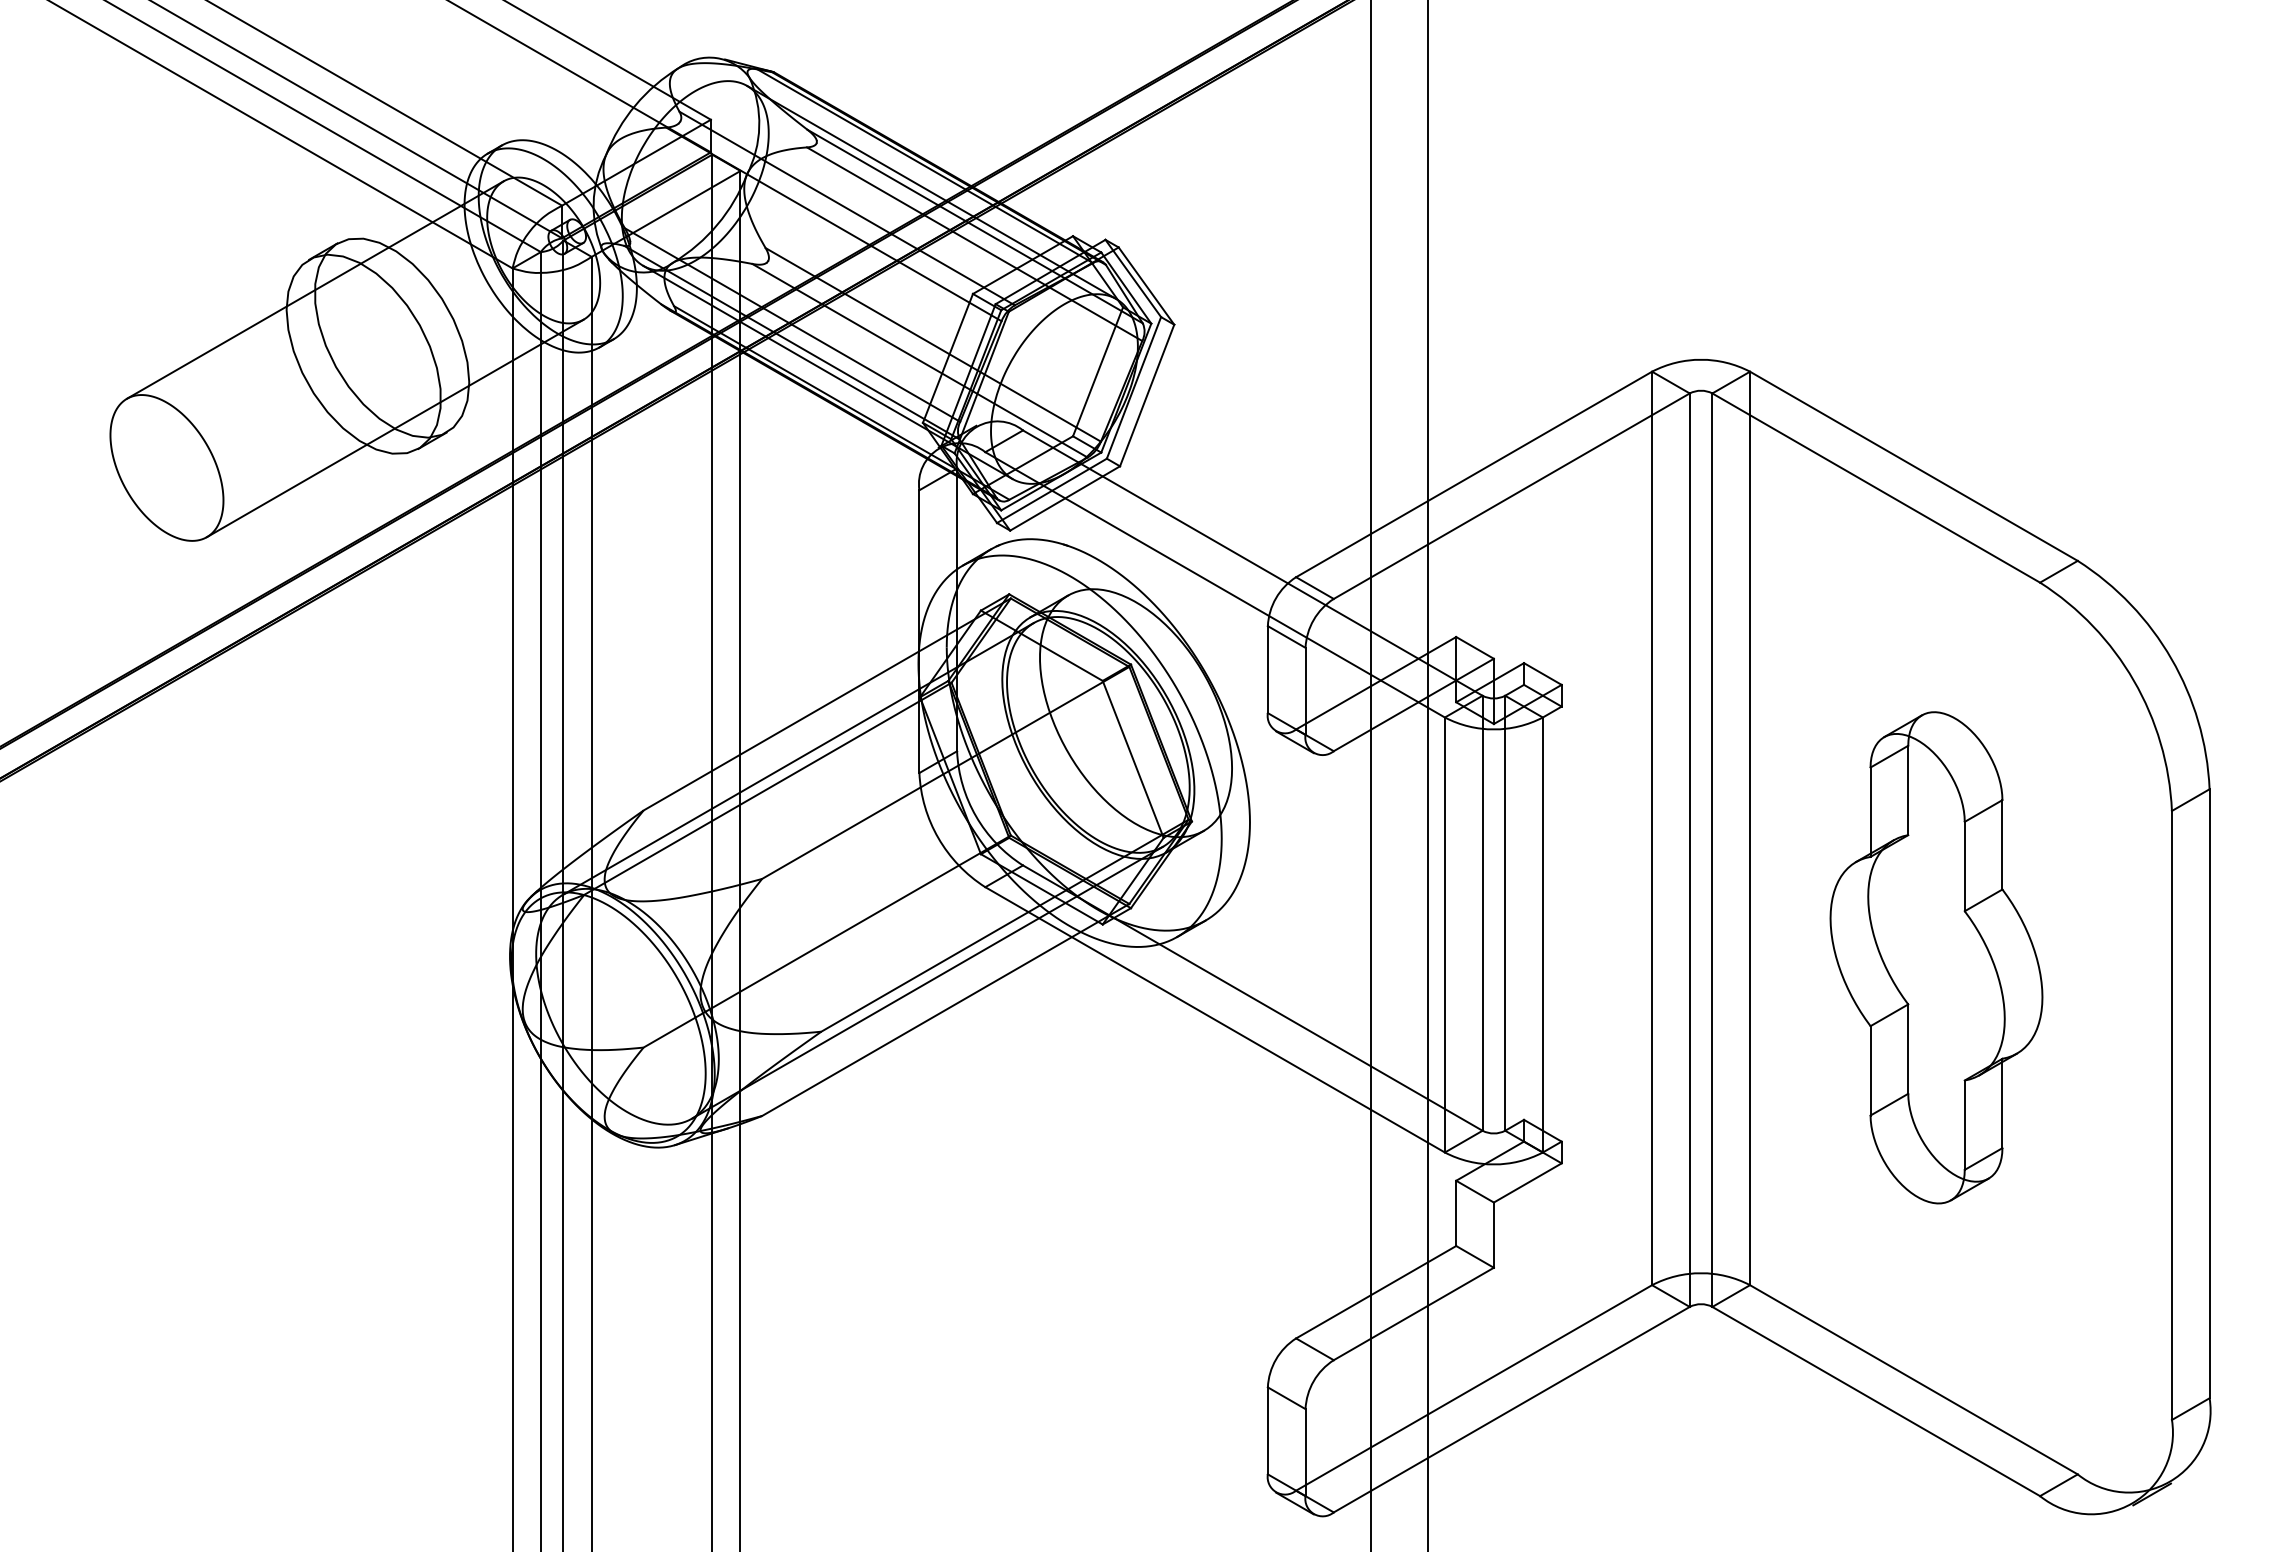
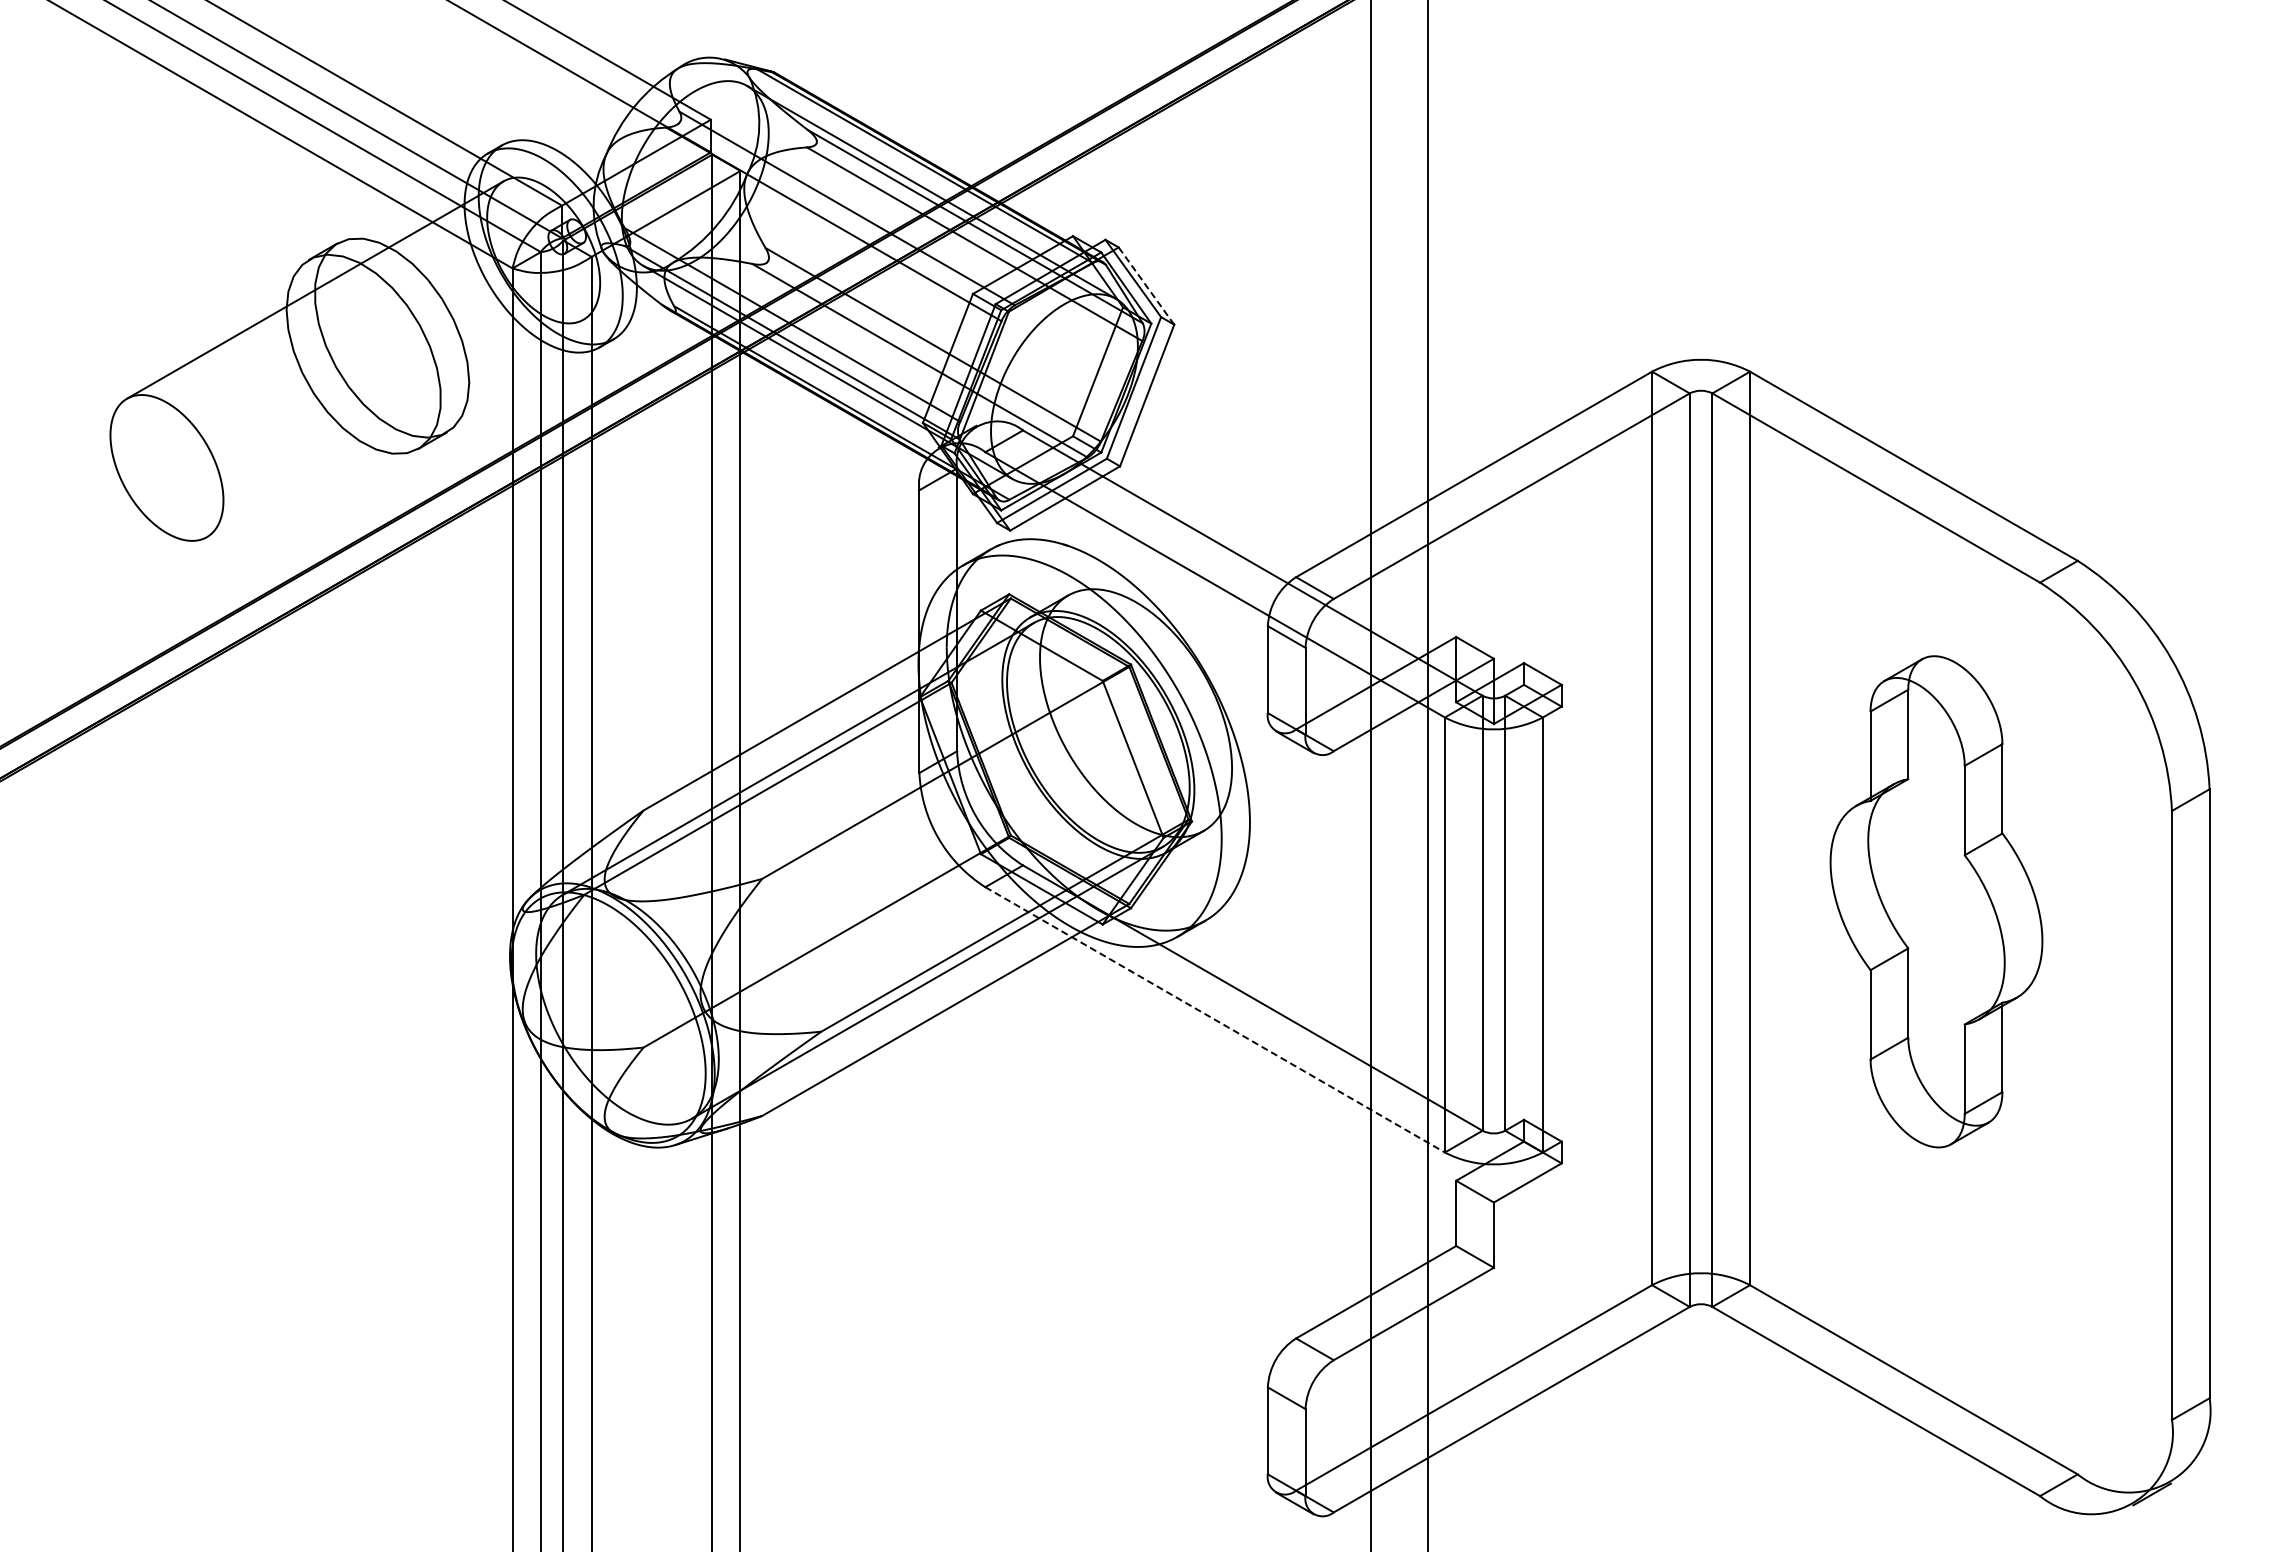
line at (1146, 286): solid -> dashed
line at (394, 428): present -> none
part at (1936, 957) position: (1936, 957) -> (1936, 901)
line at (1215, 1020): solid -> dashed
